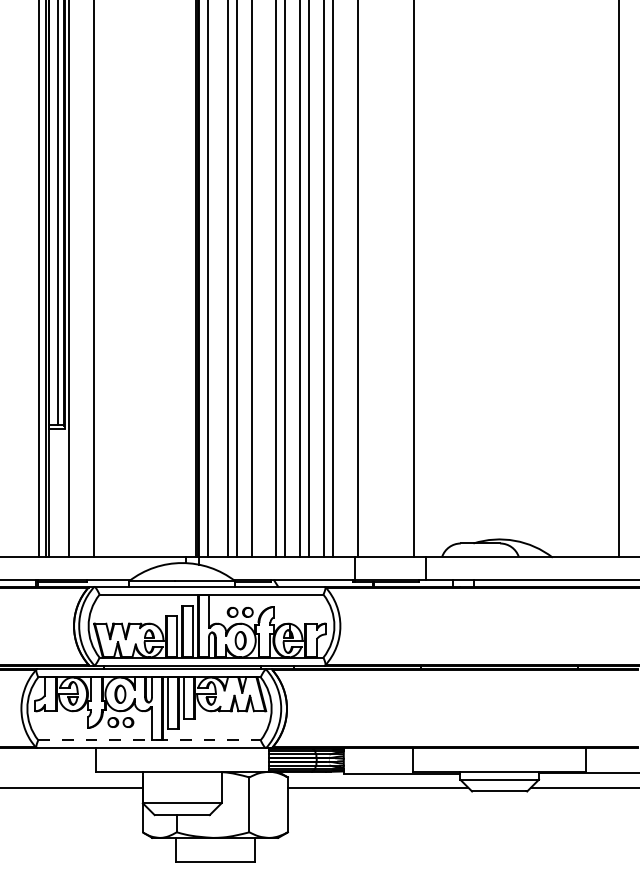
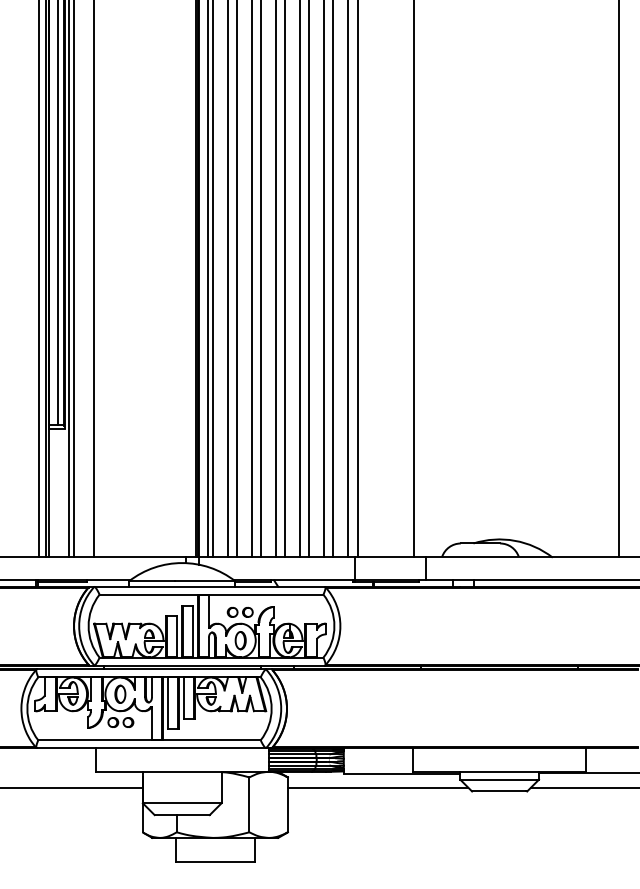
line at (73, 279): none -> present
line at (213, 279): none -> present
line at (261, 279): none -> present
line at (348, 279): none -> present
line at (150, 740): dashed -> solid
